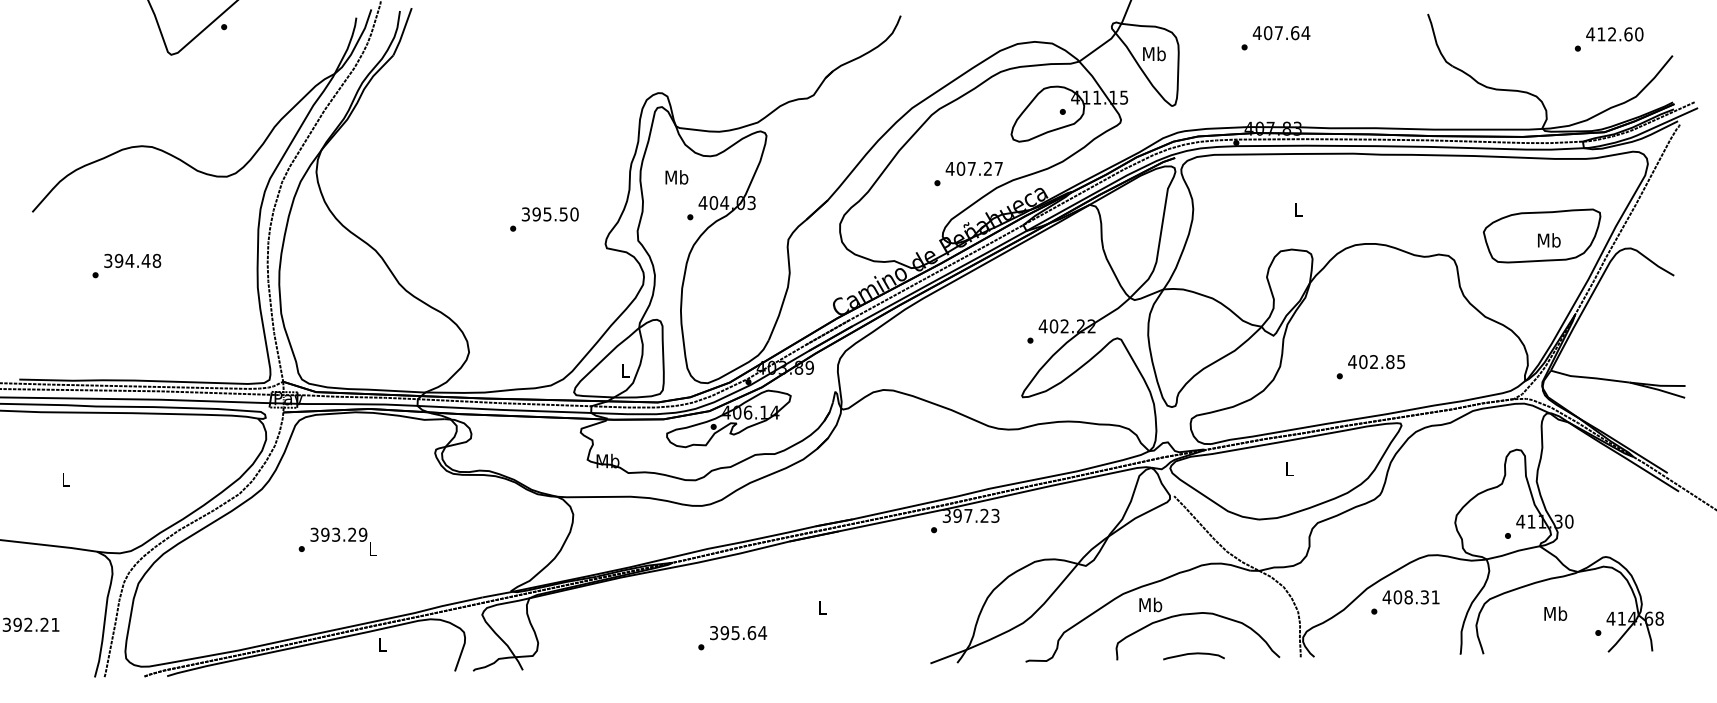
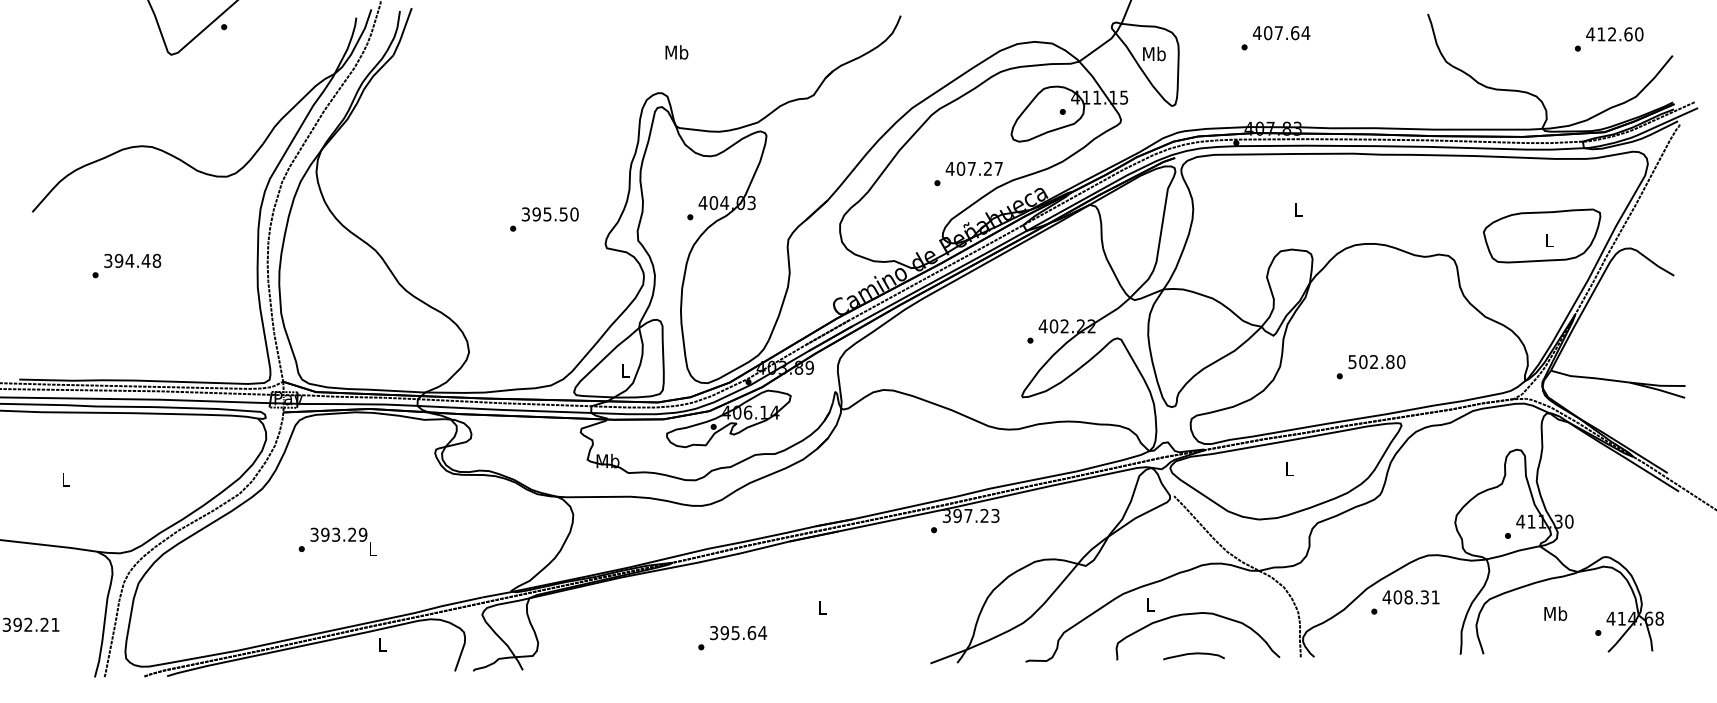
text at (676, 177) position: (676, 177) -> (676, 52)
text at (1549, 240): Mb -> L
text at (1376, 362): 402.85 -> 502.80
text at (1150, 604): Mb -> L
